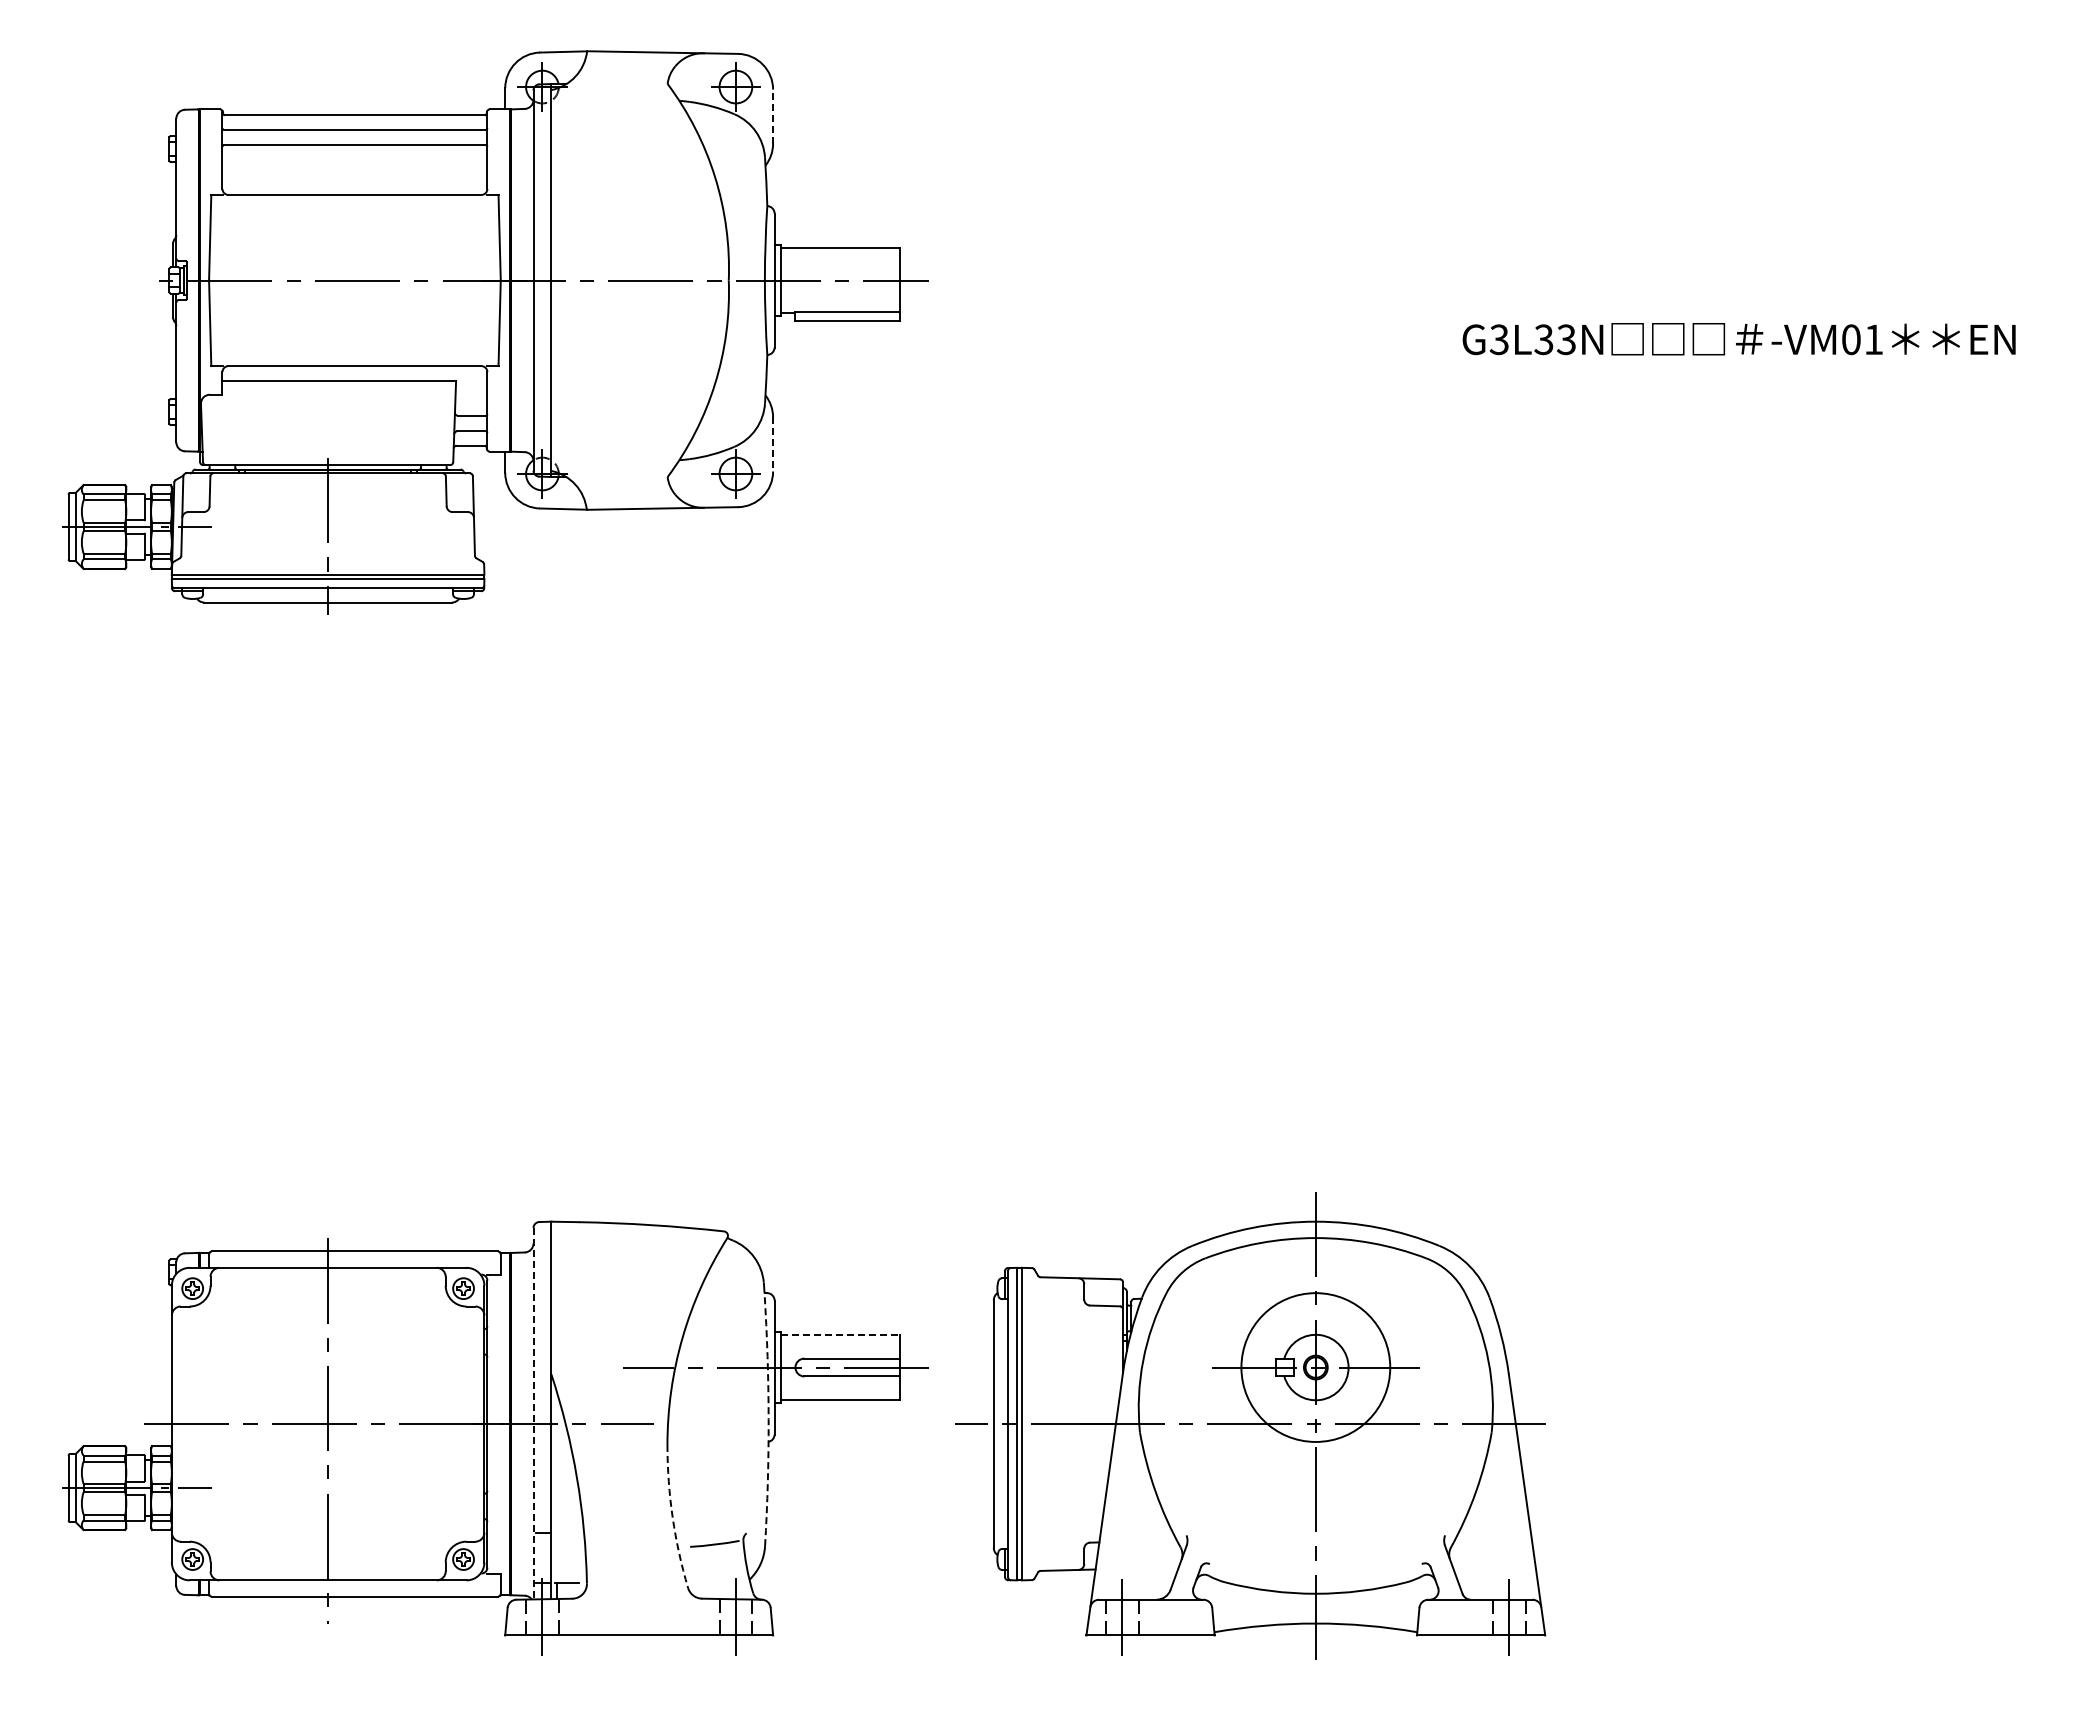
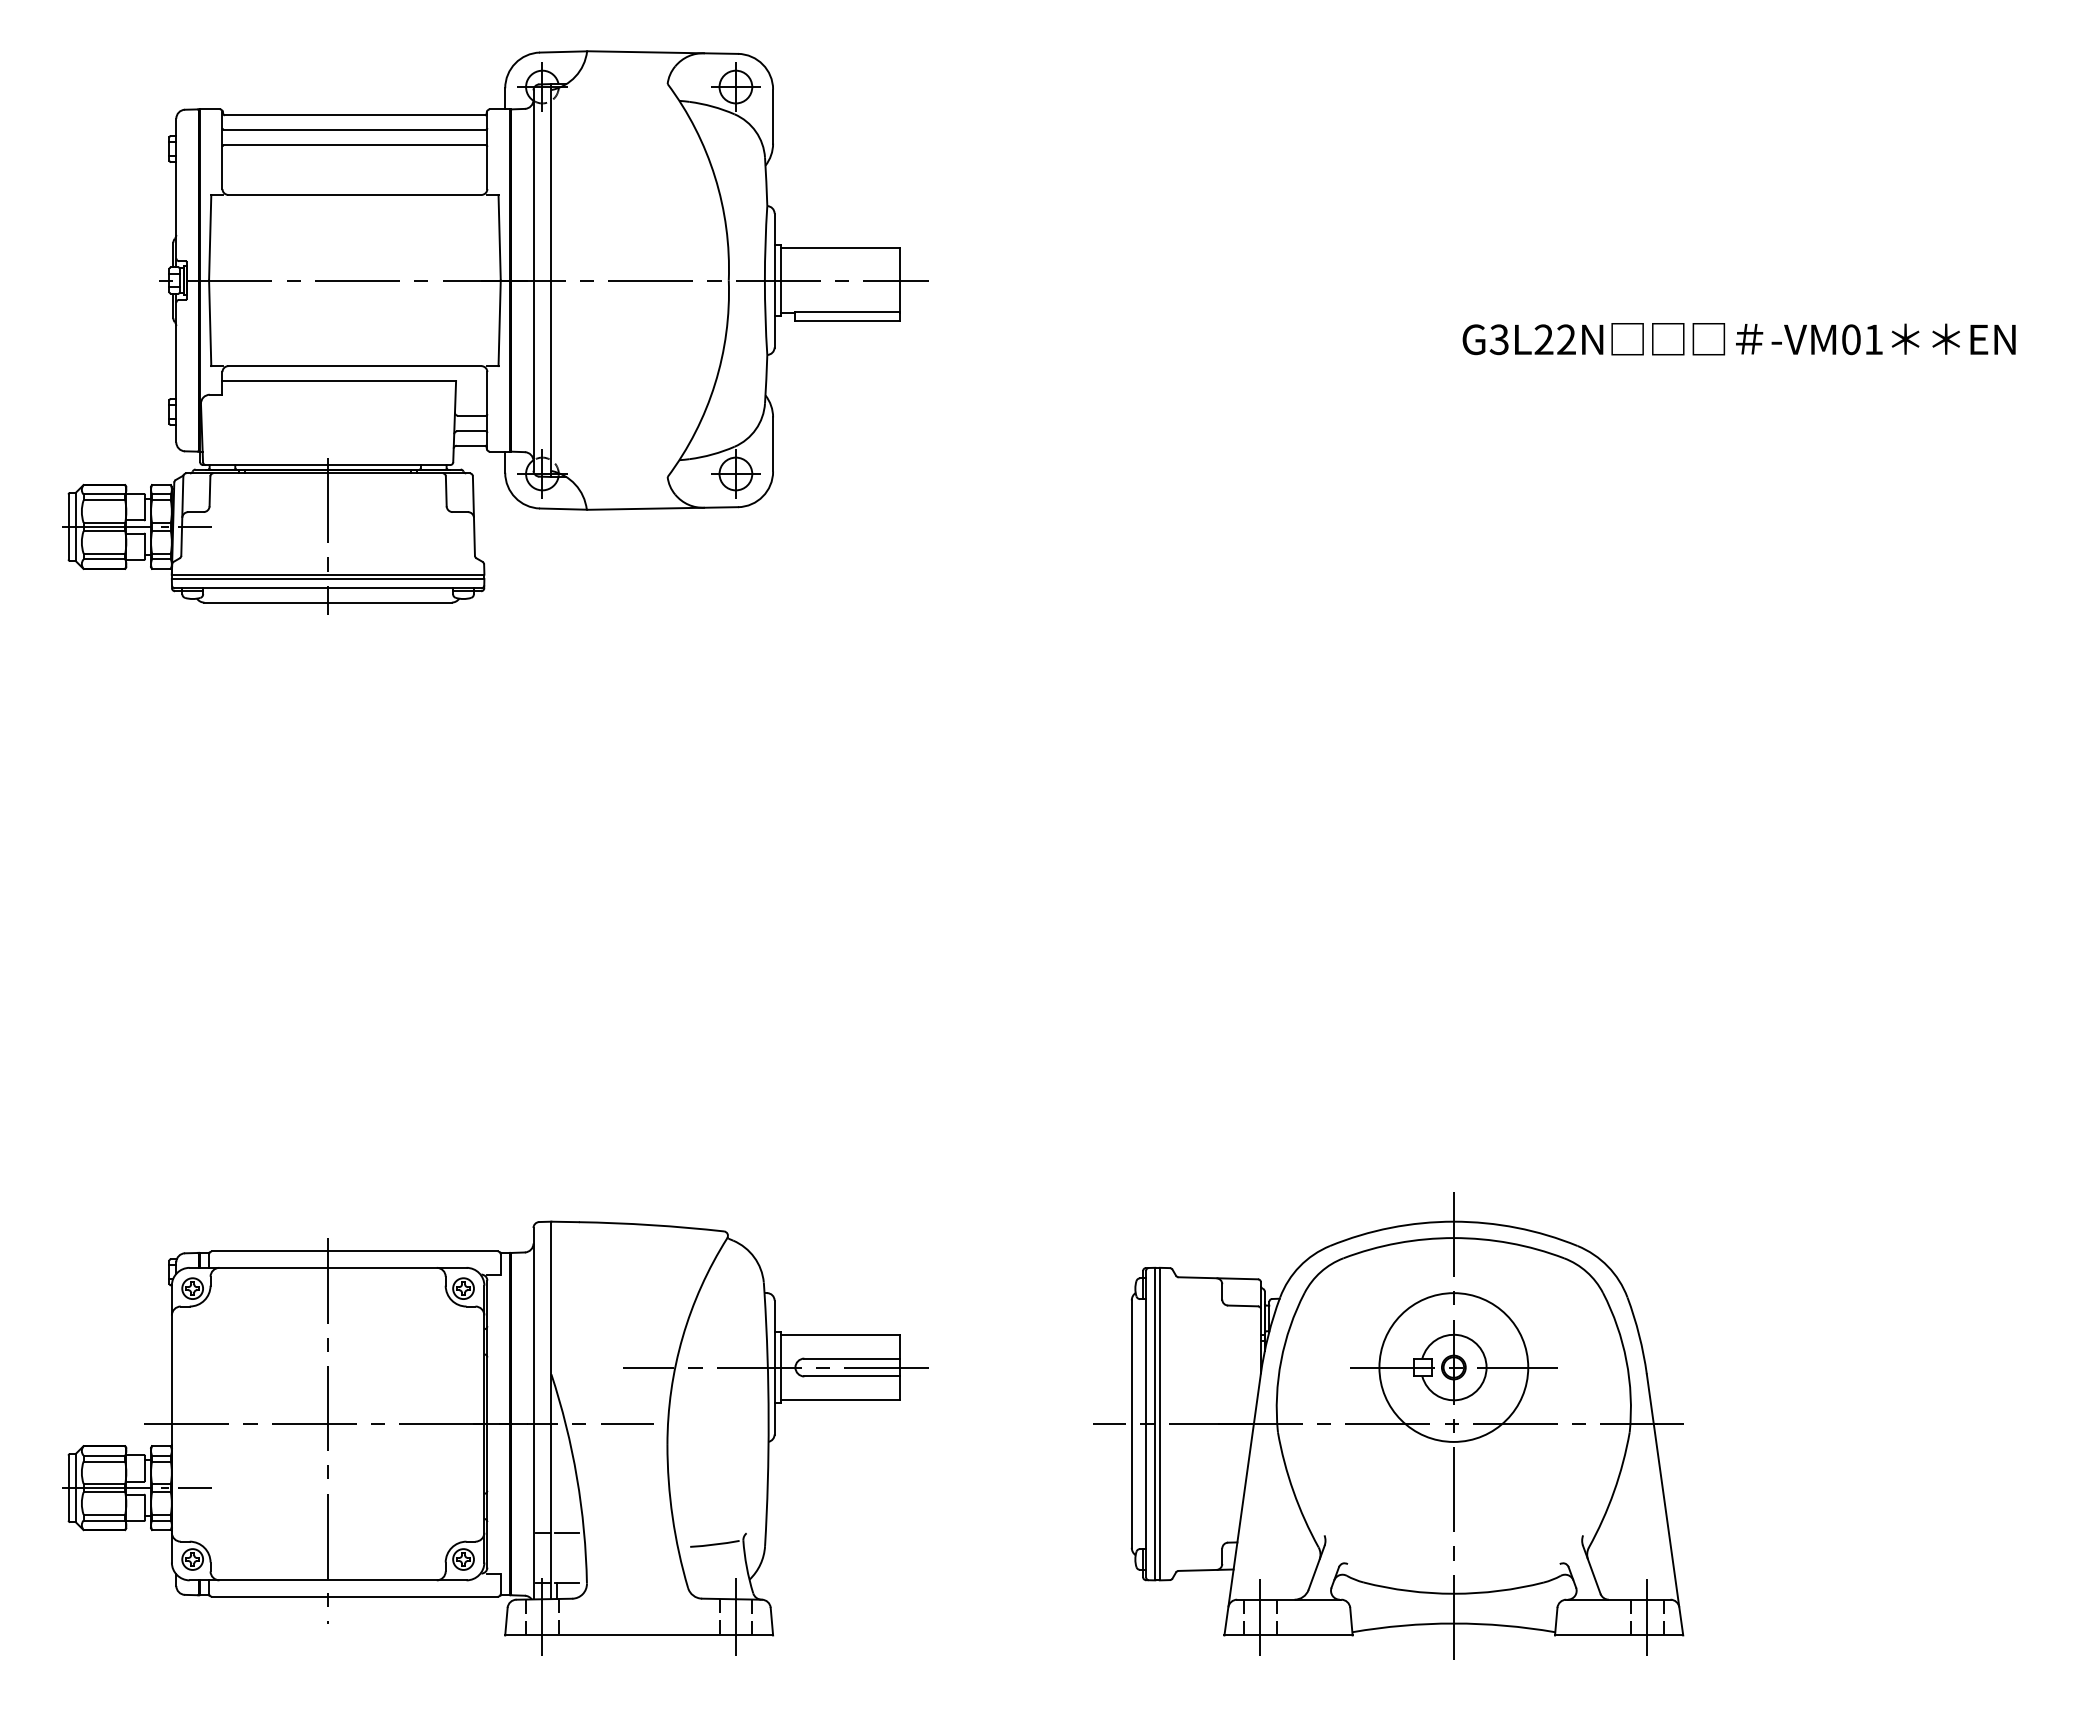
line at (773, 116): dashed -> solid
text at (1554, 339): G3L33N -> G3L22N
line at (773, 444): dashed -> solid
line at (840, 1334): dashed -> solid
line at (533, 1413): dashed -> solid
arc at (768, 1419): dashed -> solid
part at (1250, 1425) position: (1250, 1425) -> (1388, 1425)
arc at (672, 1517): dashed -> solid
line at (566, 1532): none -> present
